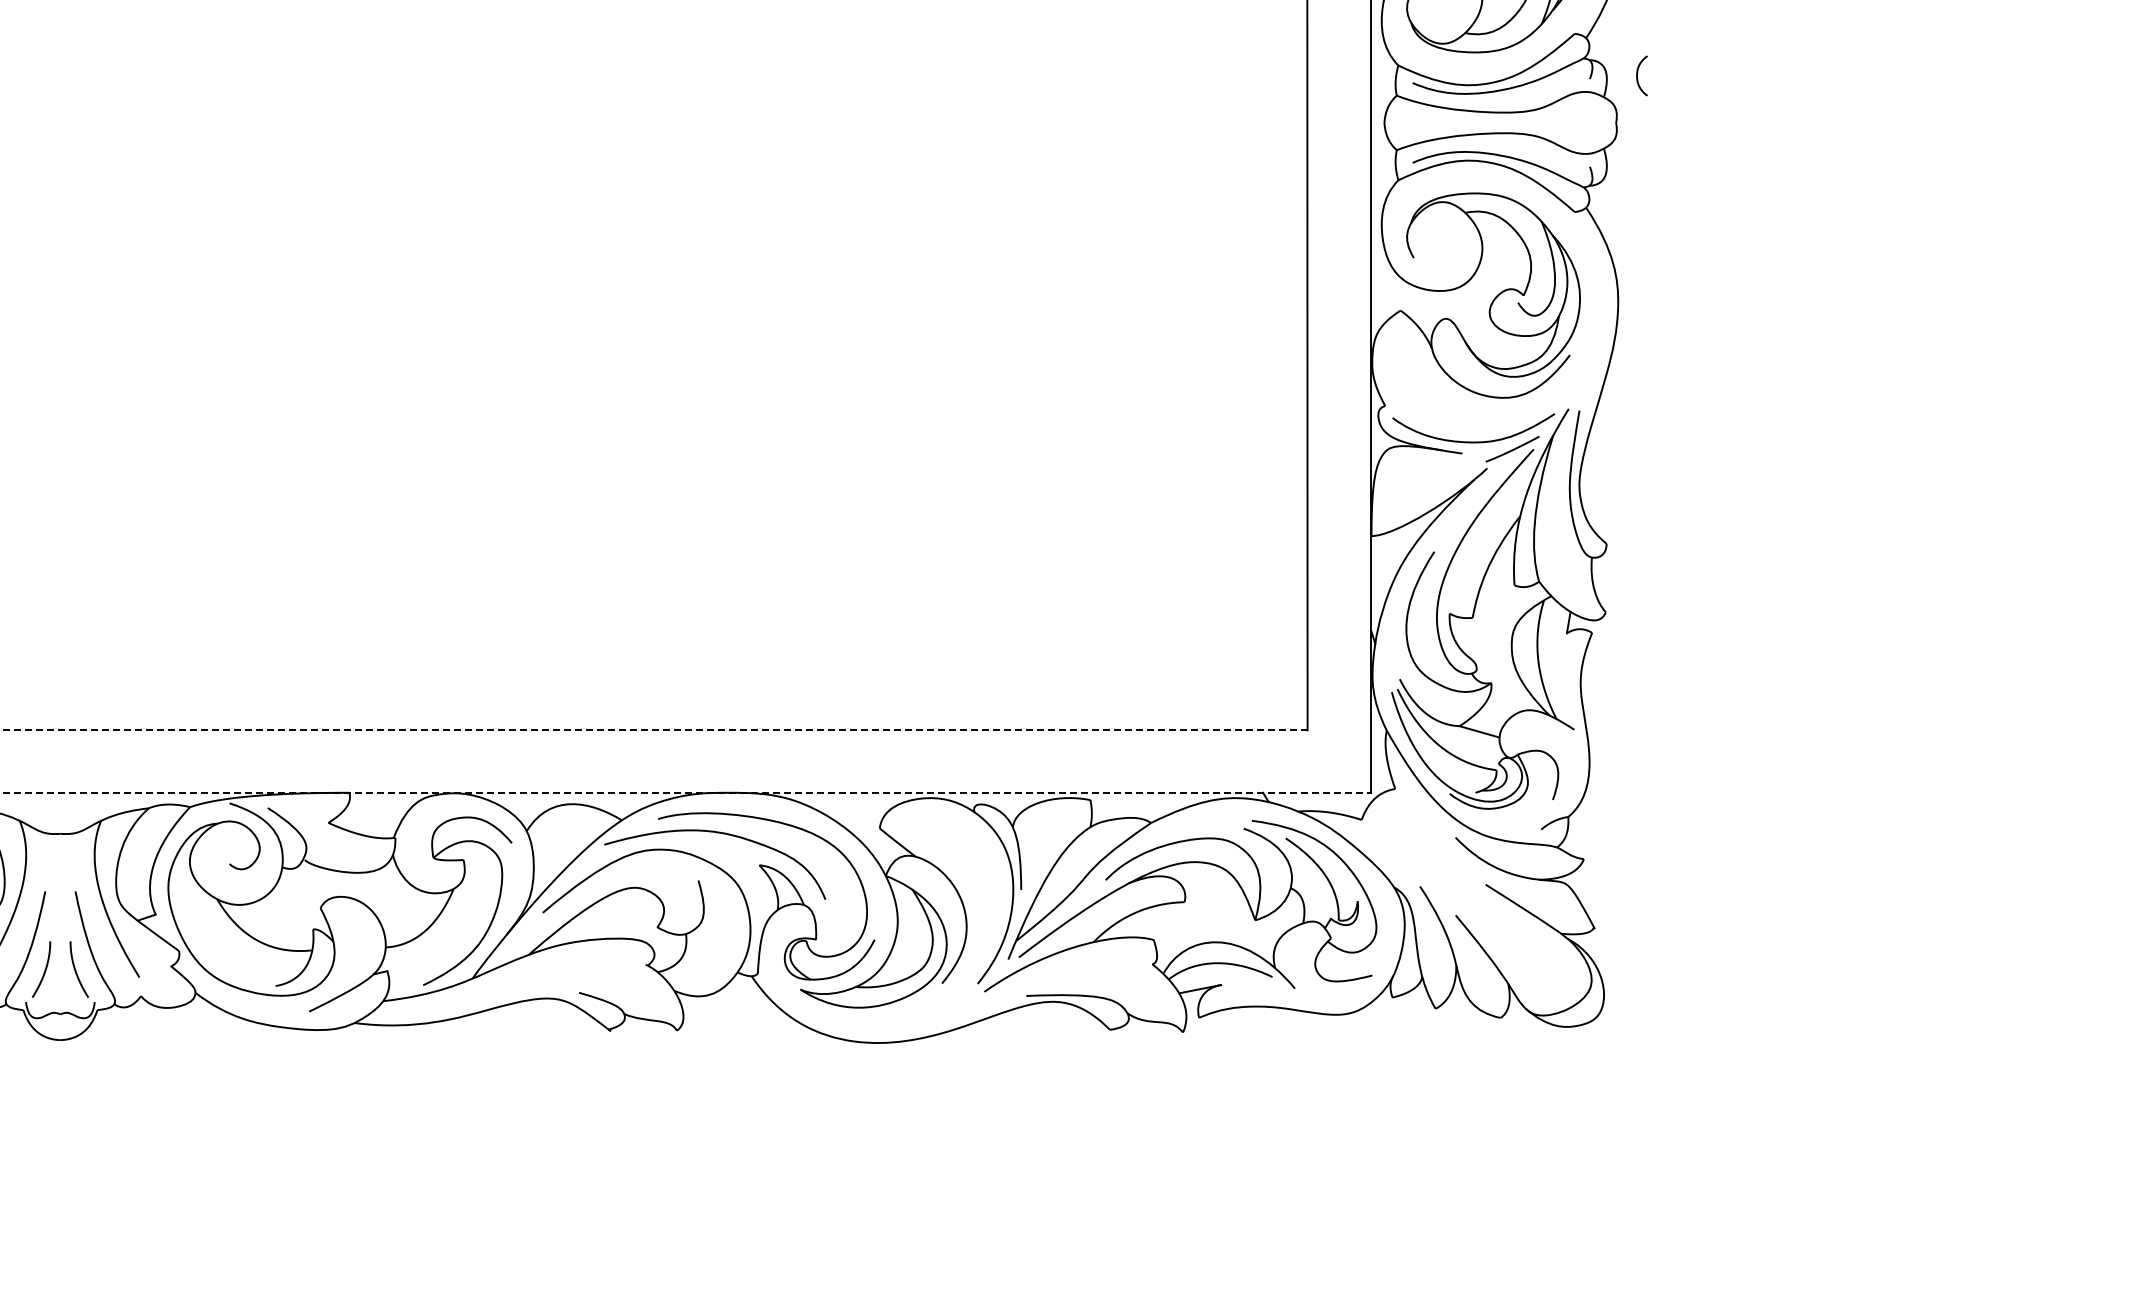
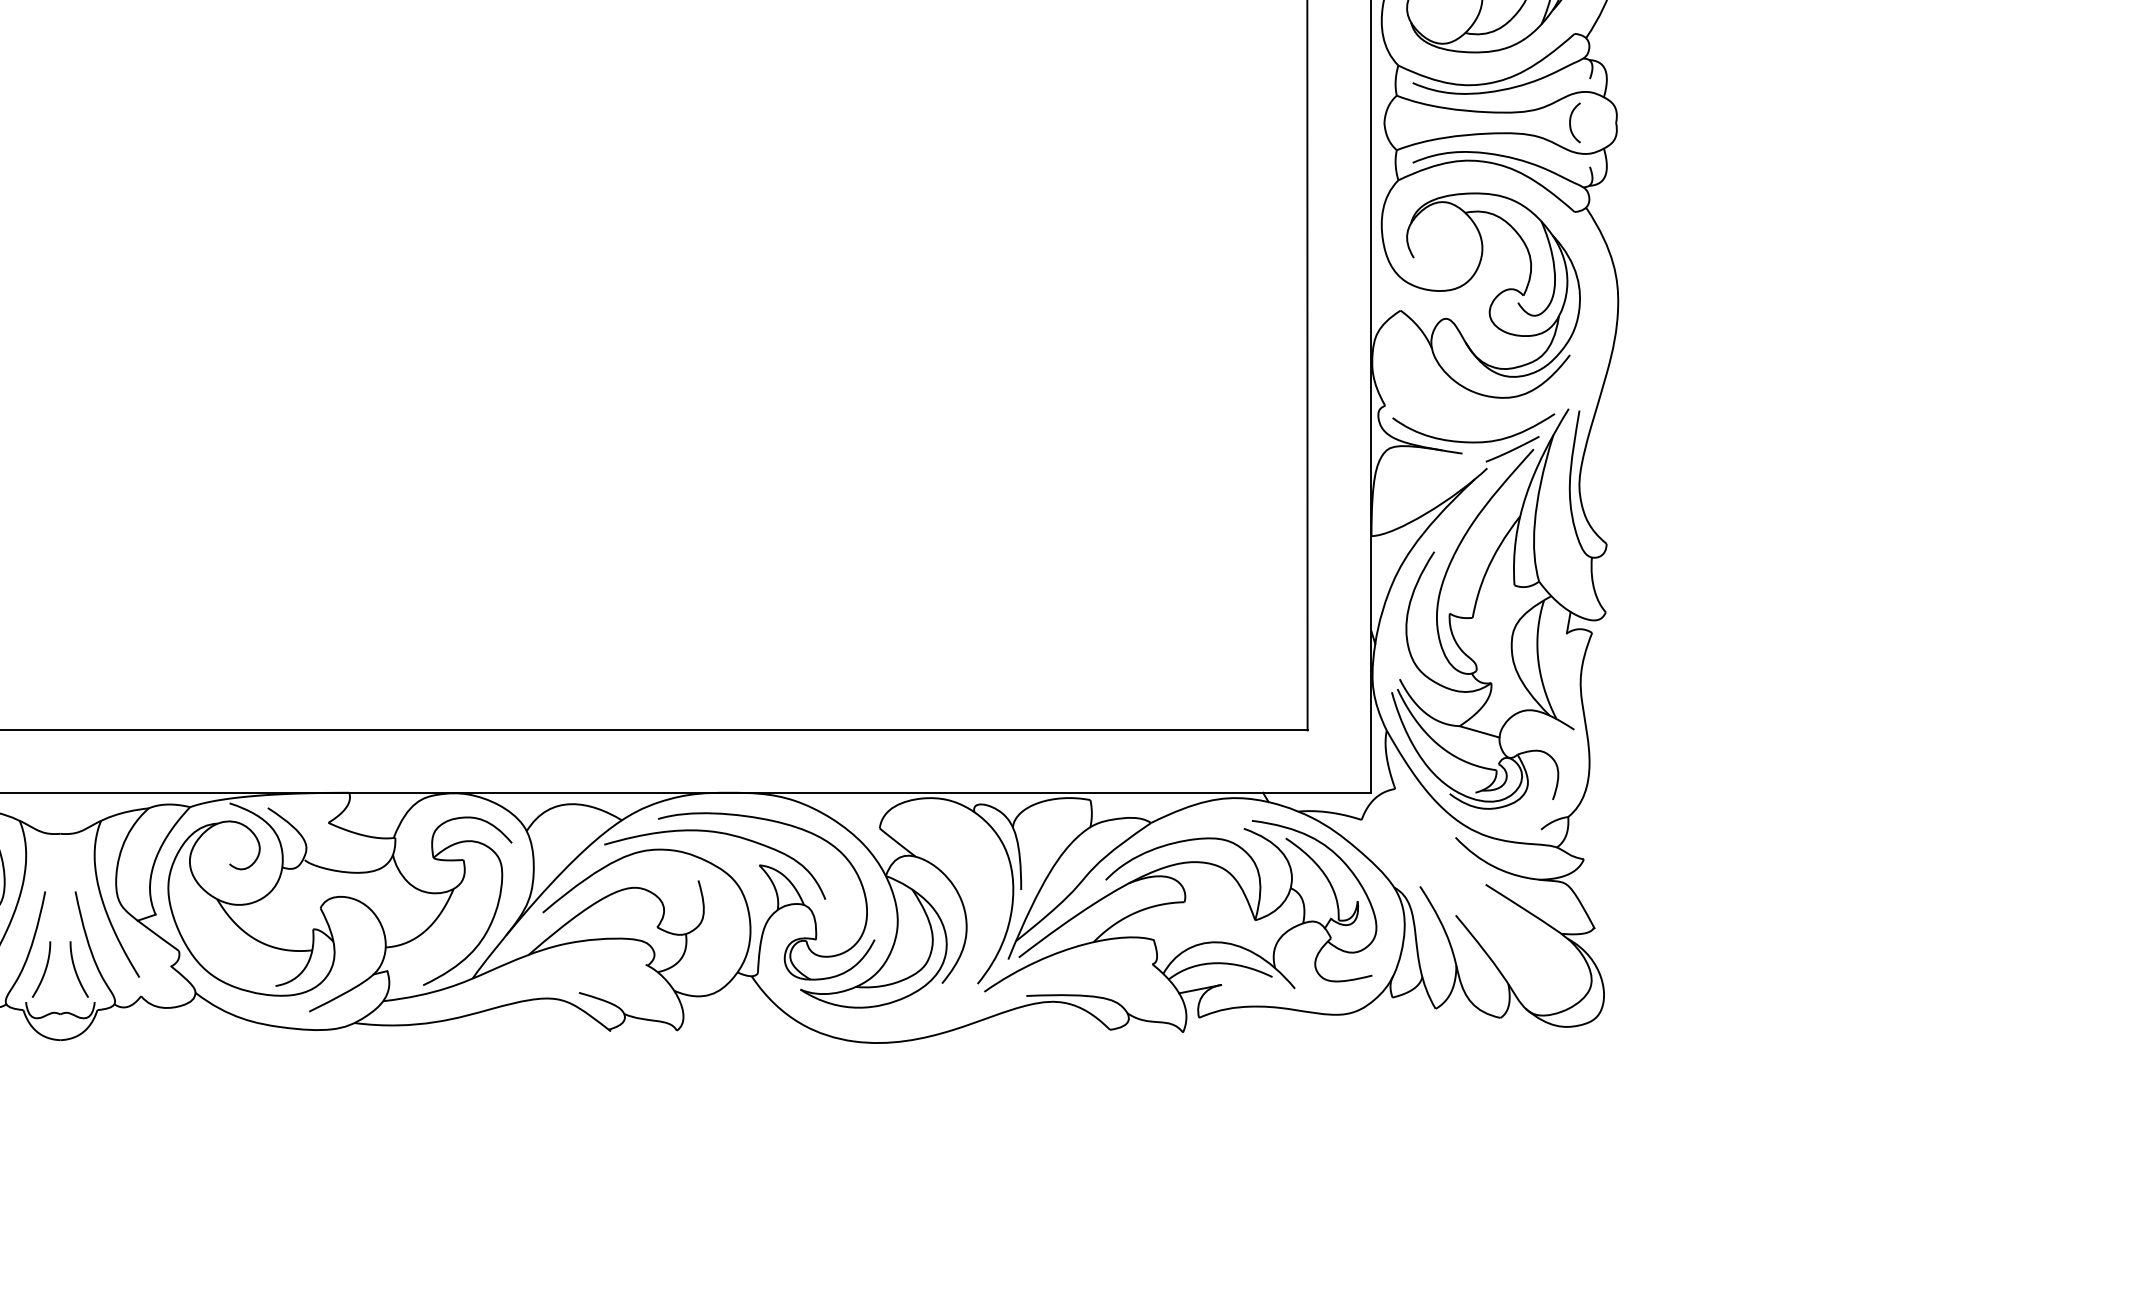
part at (1641, 75) position: (1641, 75) -> (1574, 122)
line at (653, 730): dashed -> solid
line at (686, 792): dashed -> solid
